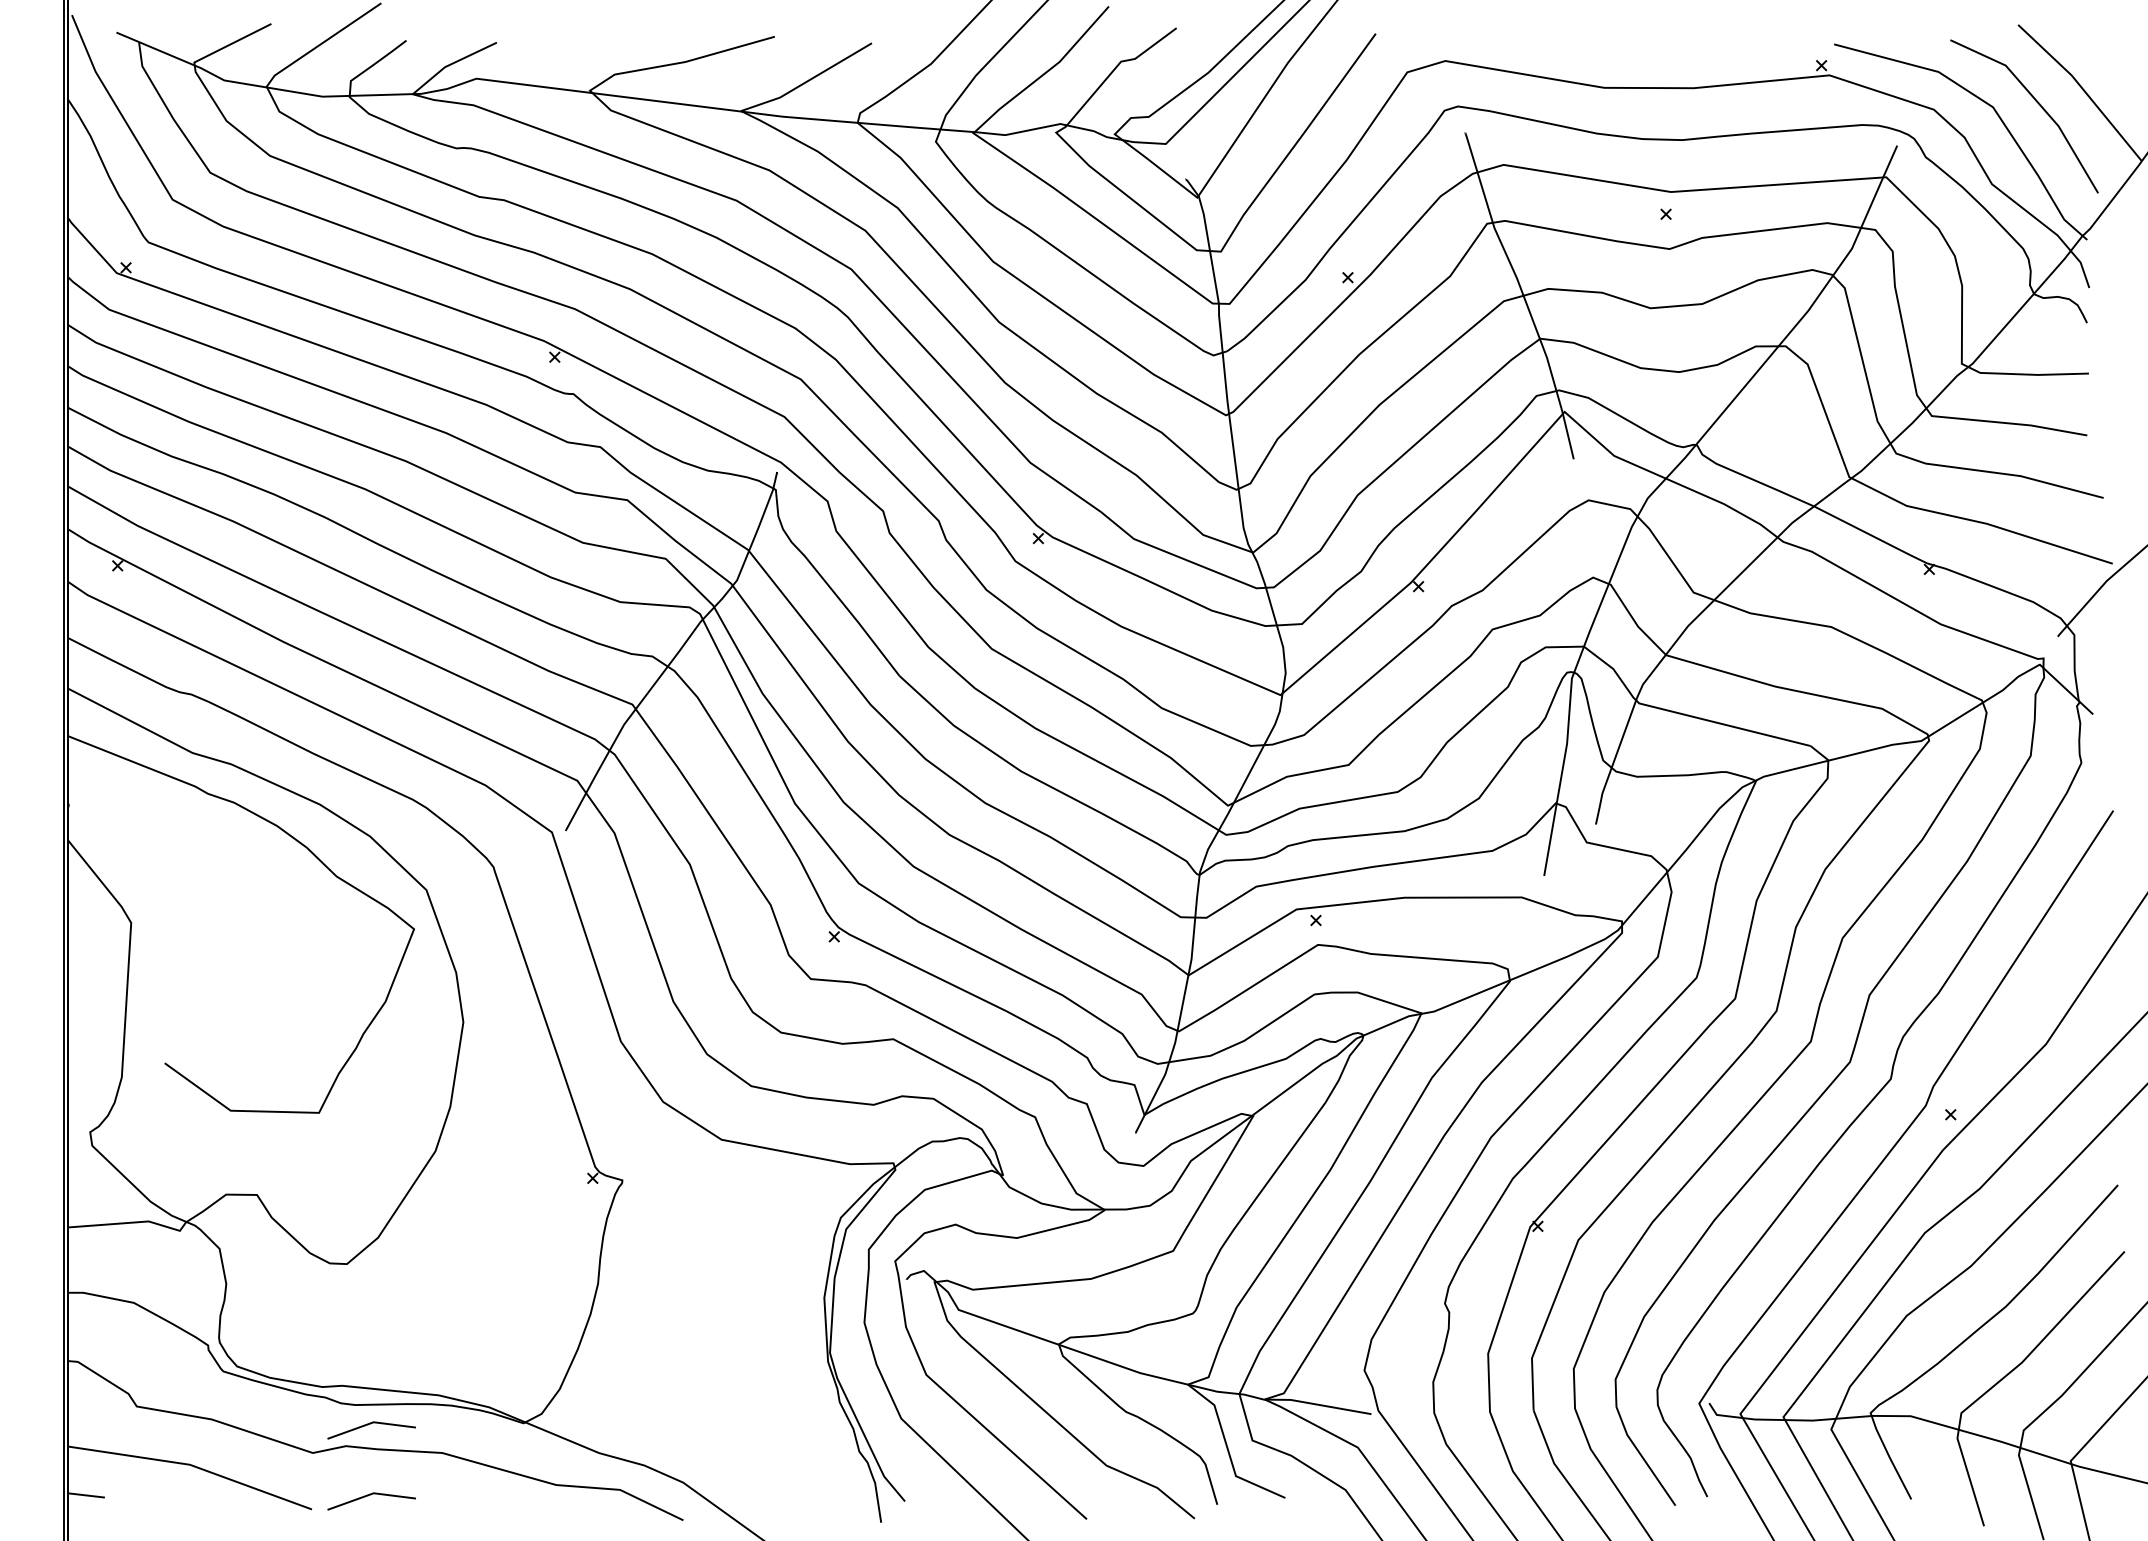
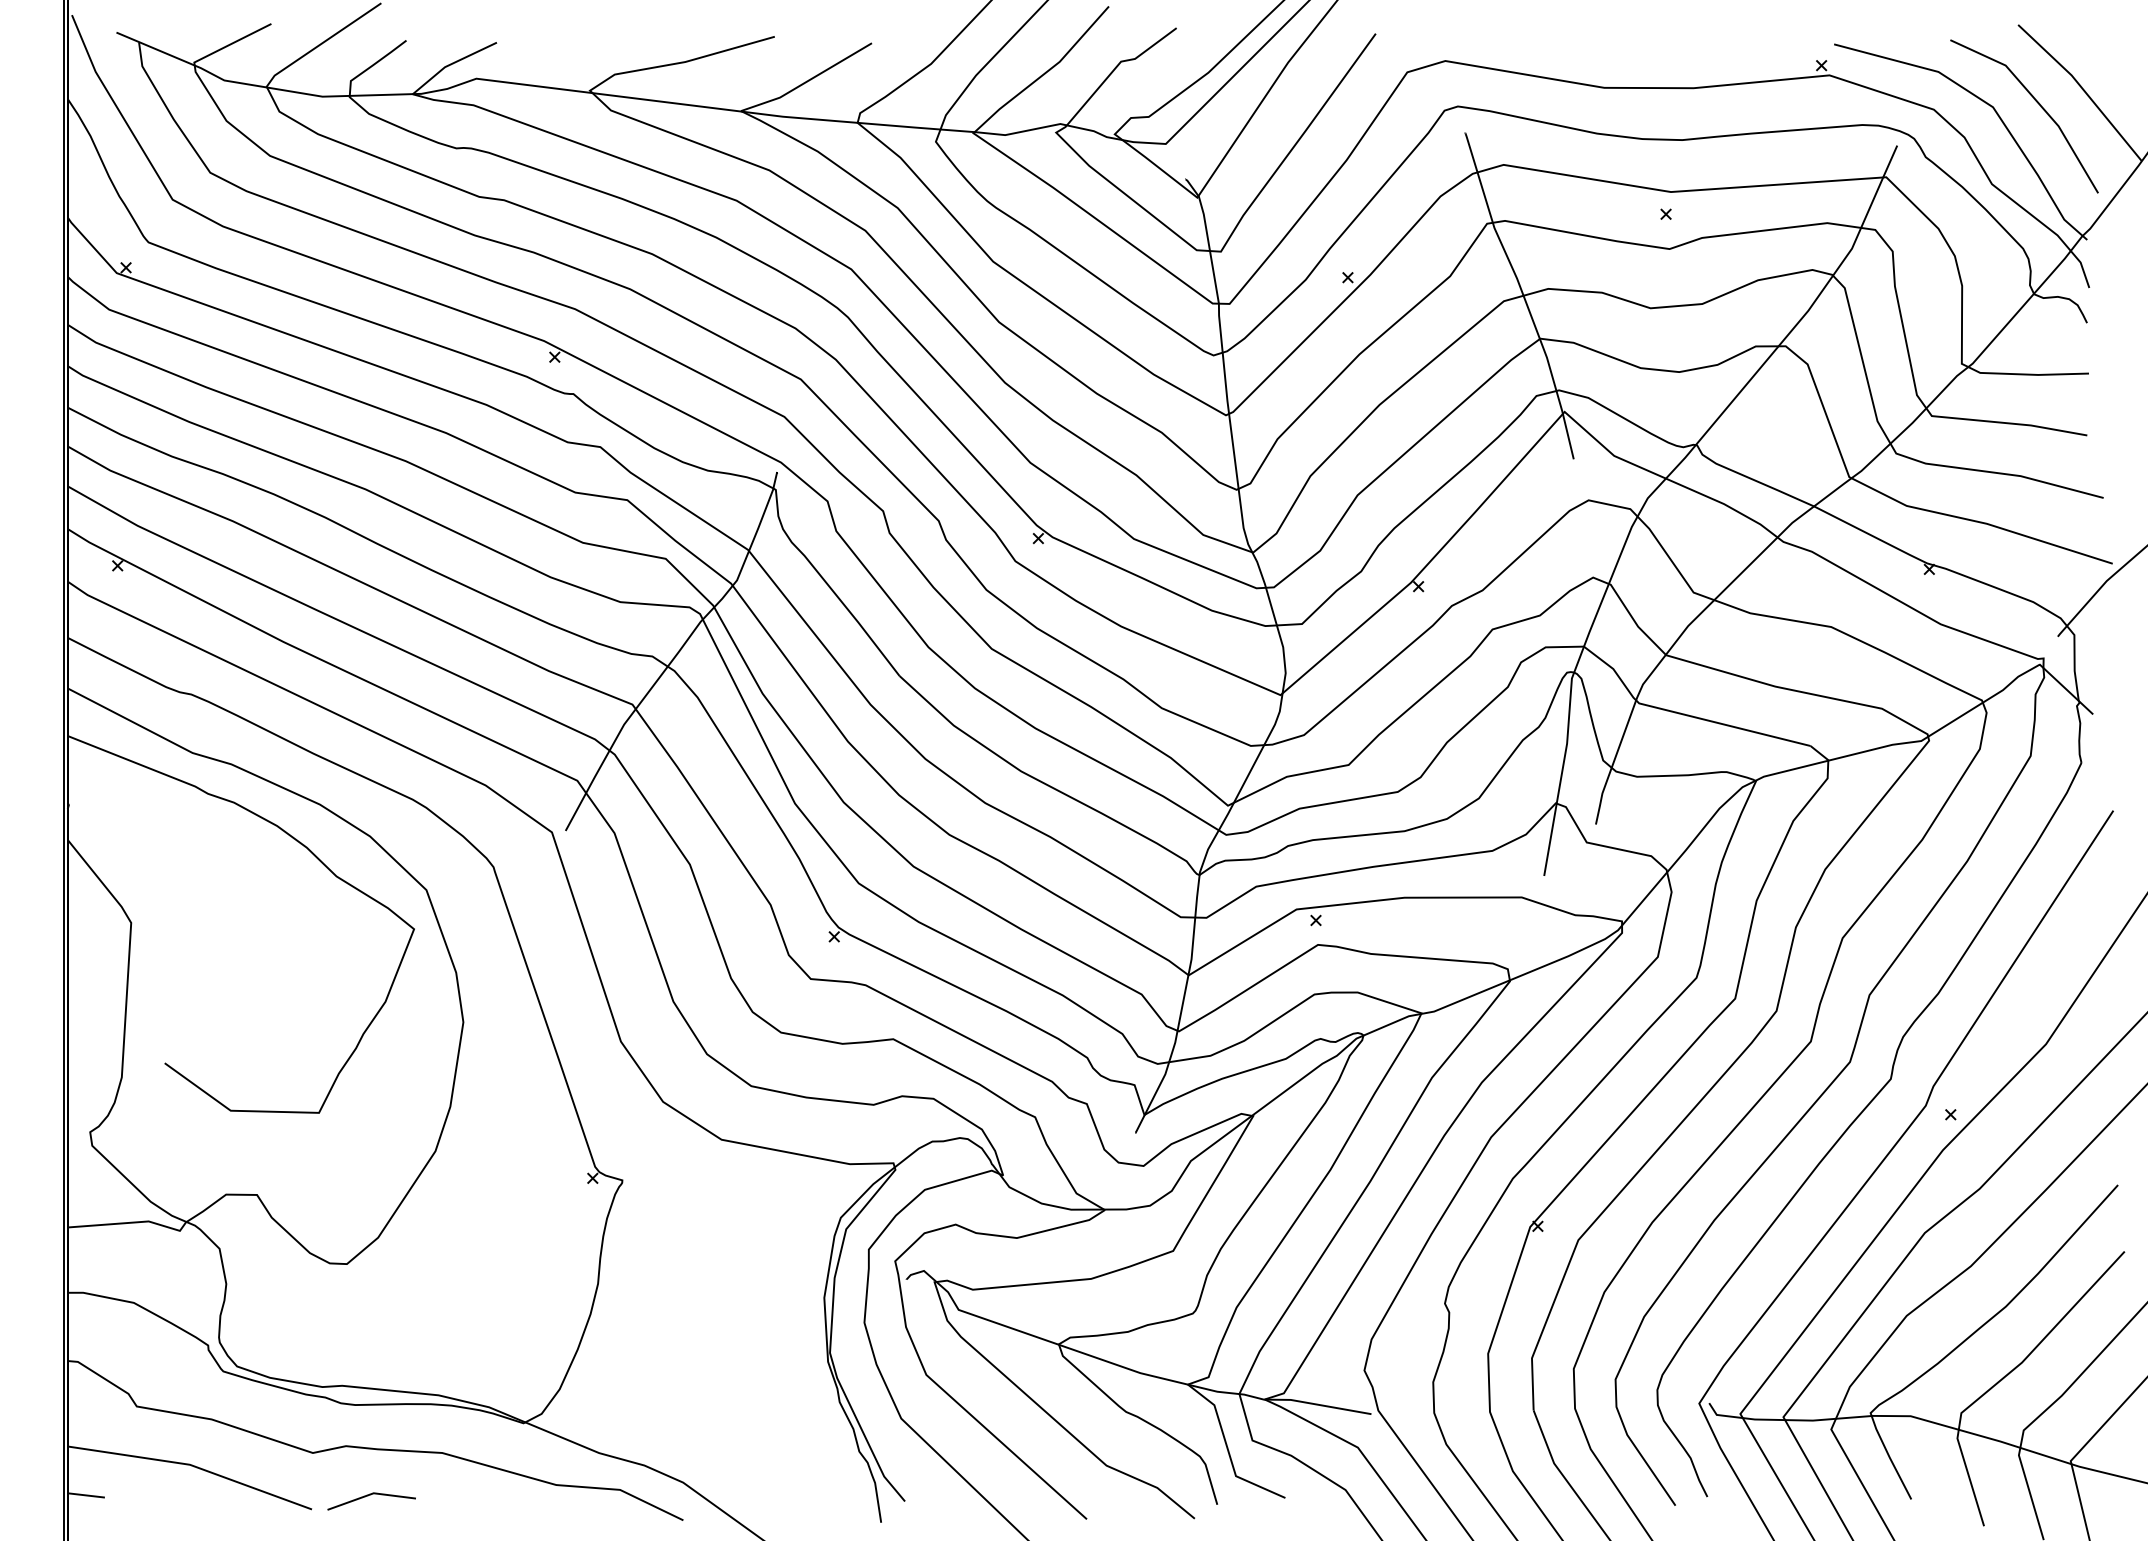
line at (368, 1425): present -> none
